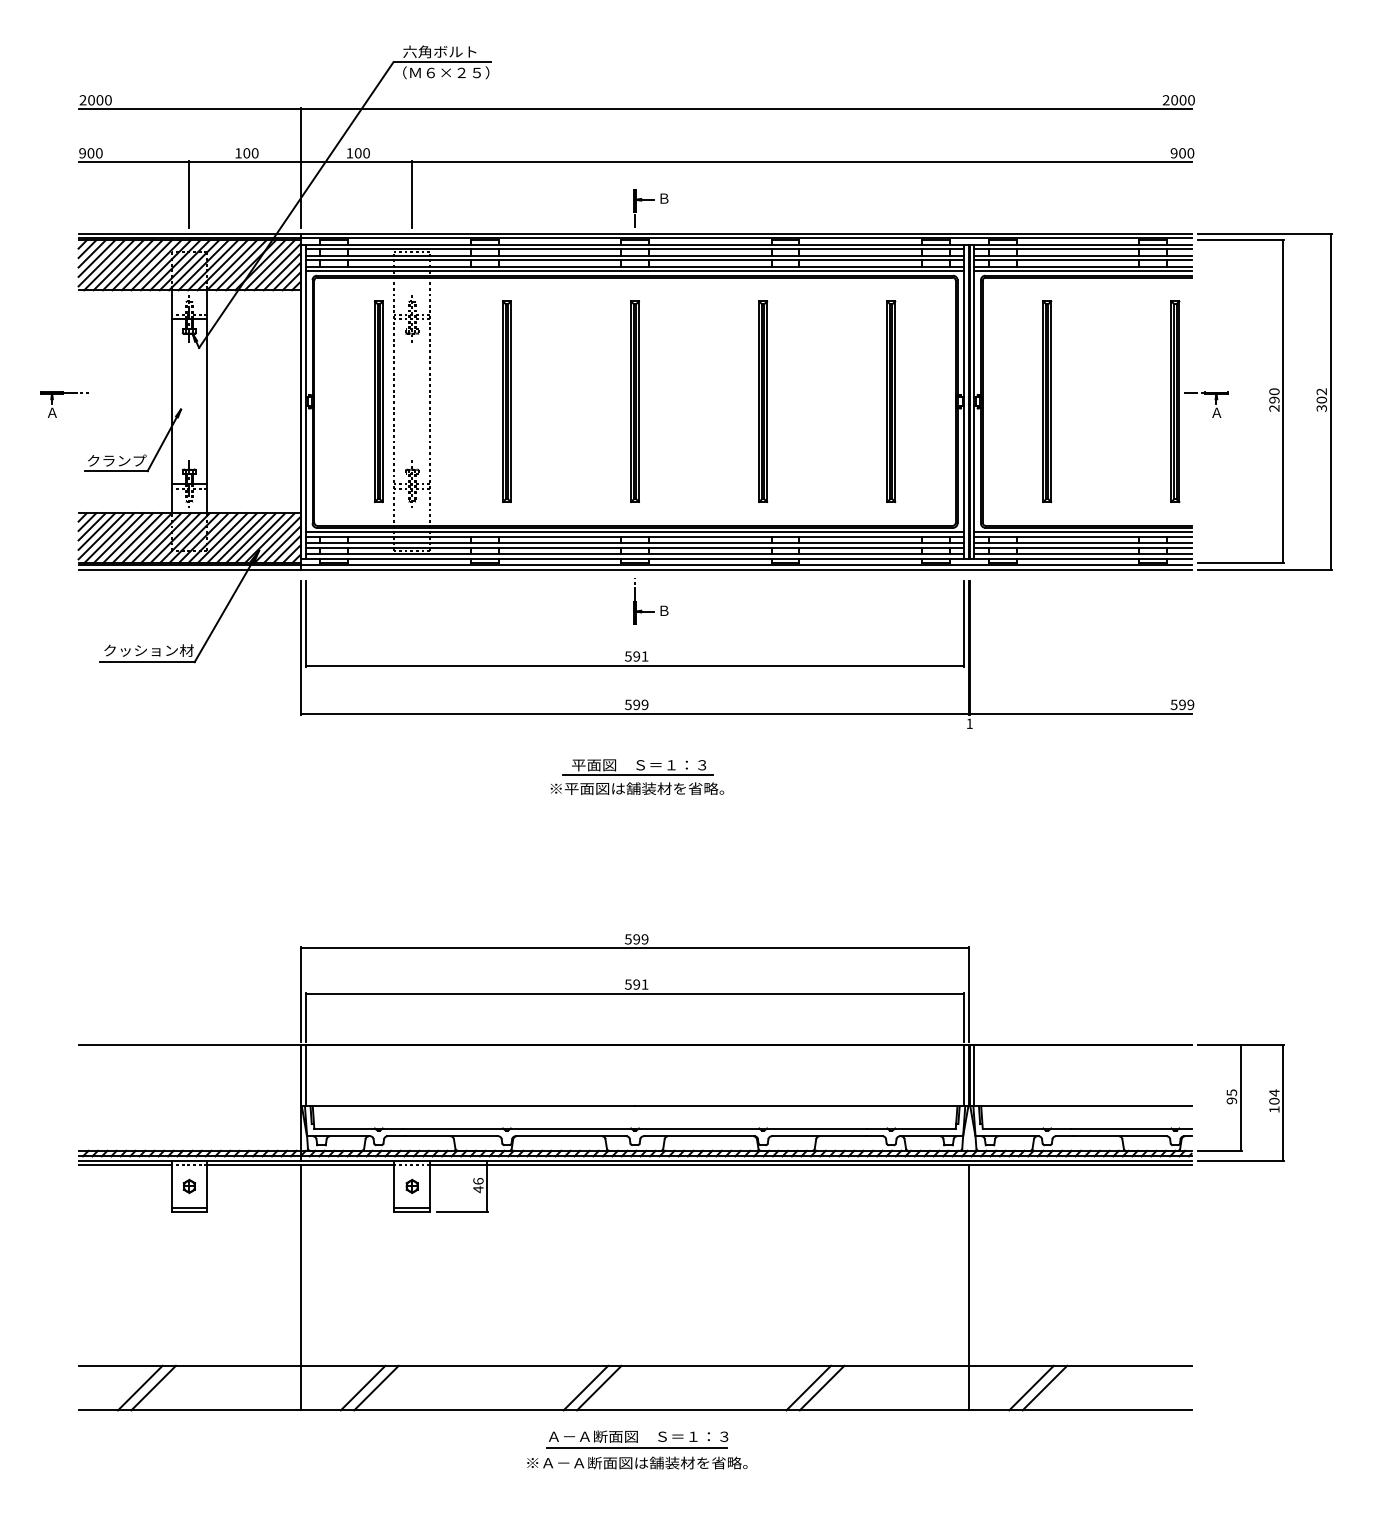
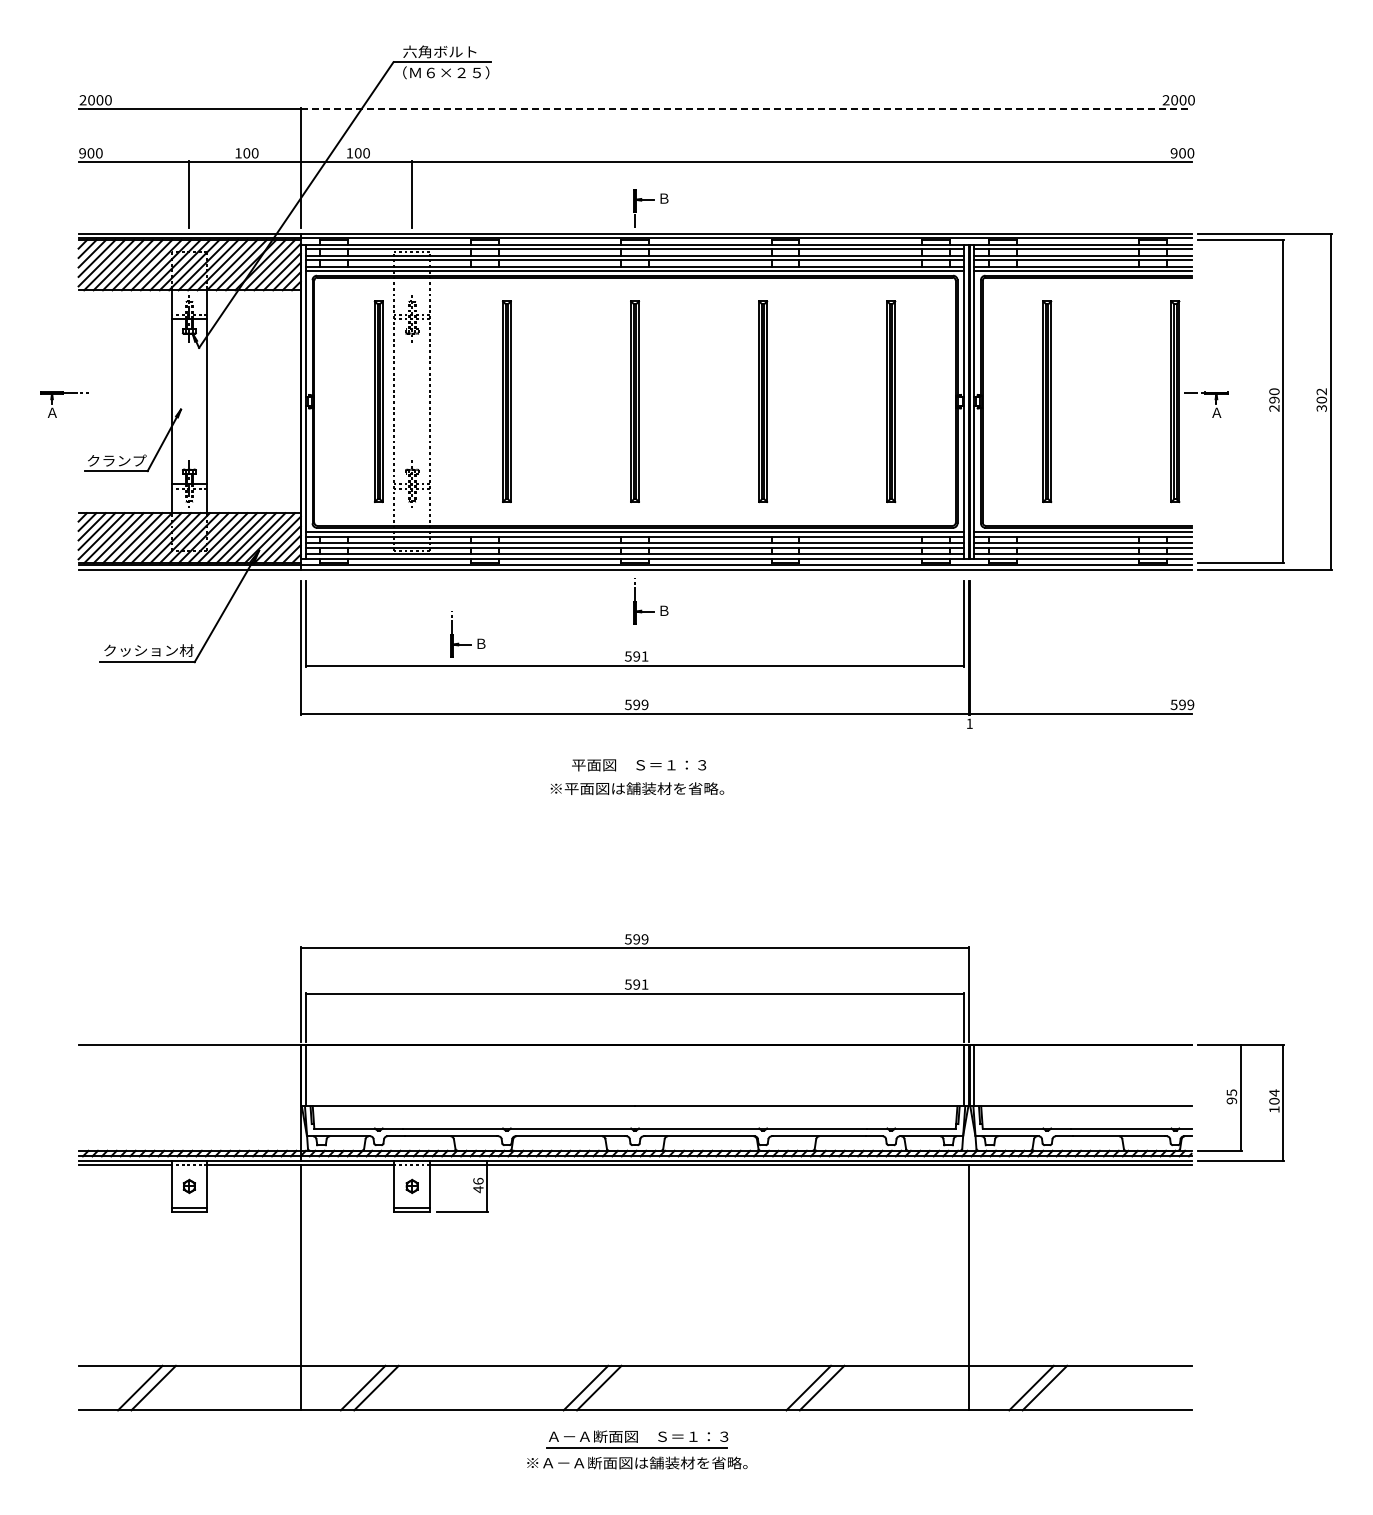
line at (746, 109): solid -> dashed
part at (467, 644): none -> present
line at (637, 775): present -> none
